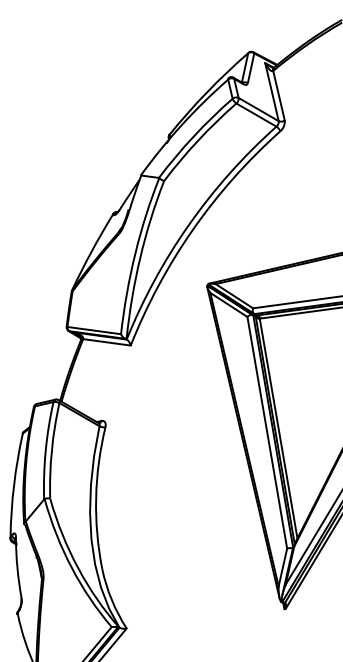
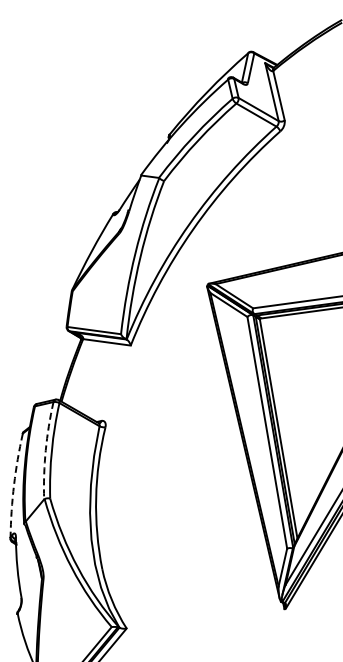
arc at (45, 450): solid -> dashed
arc at (14, 485): solid -> dashed
